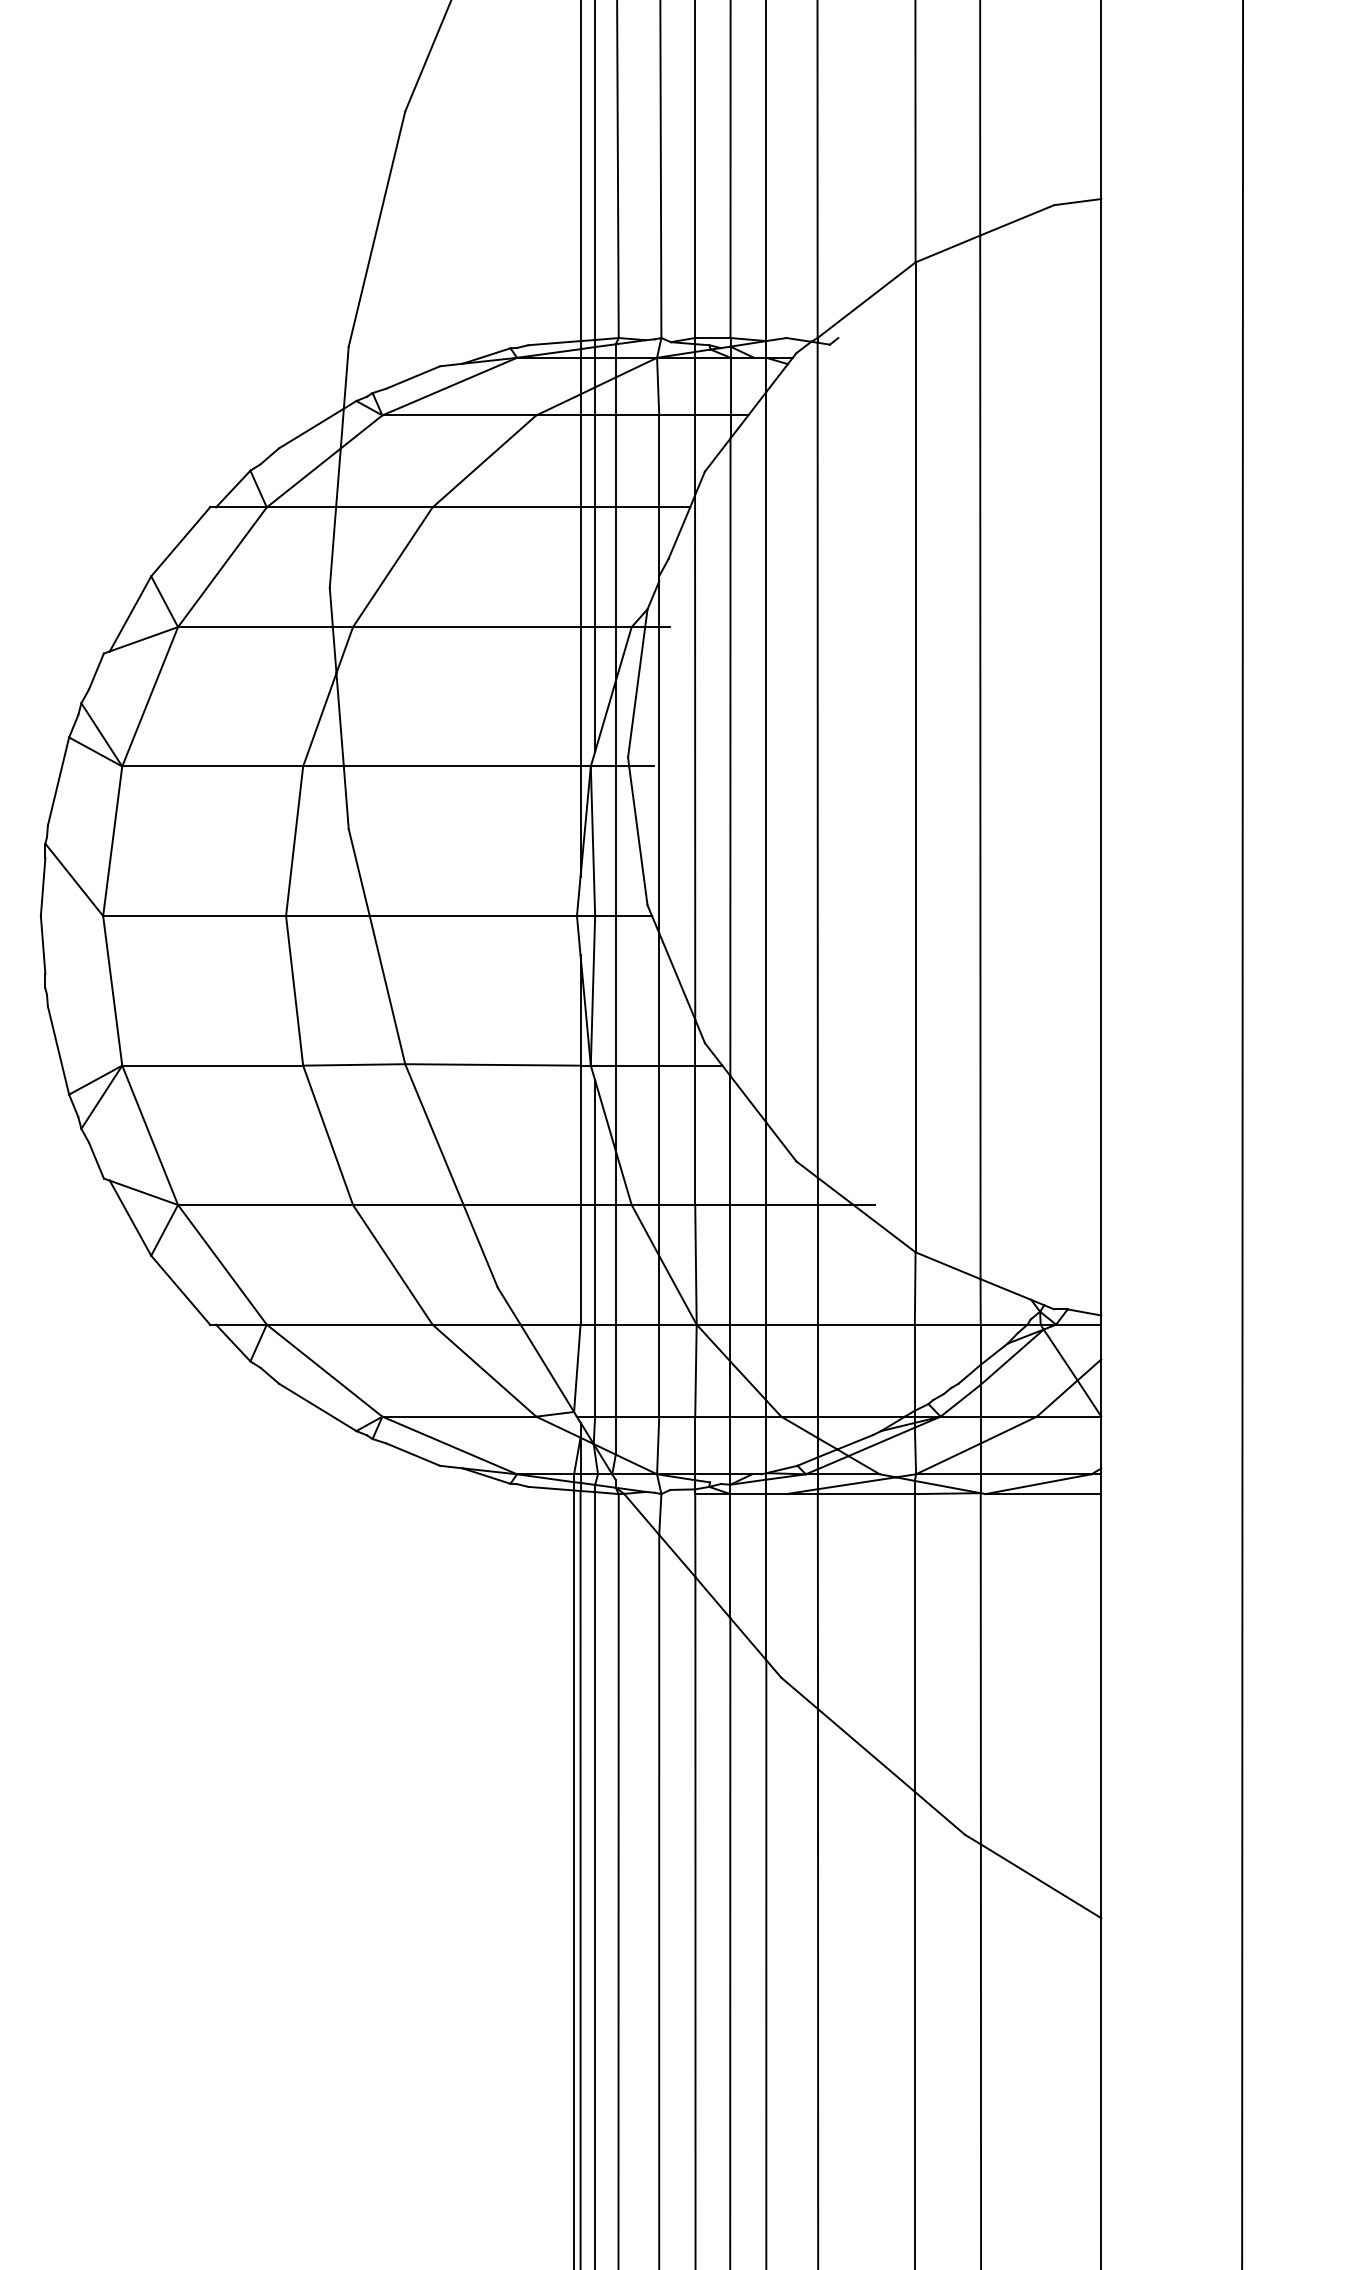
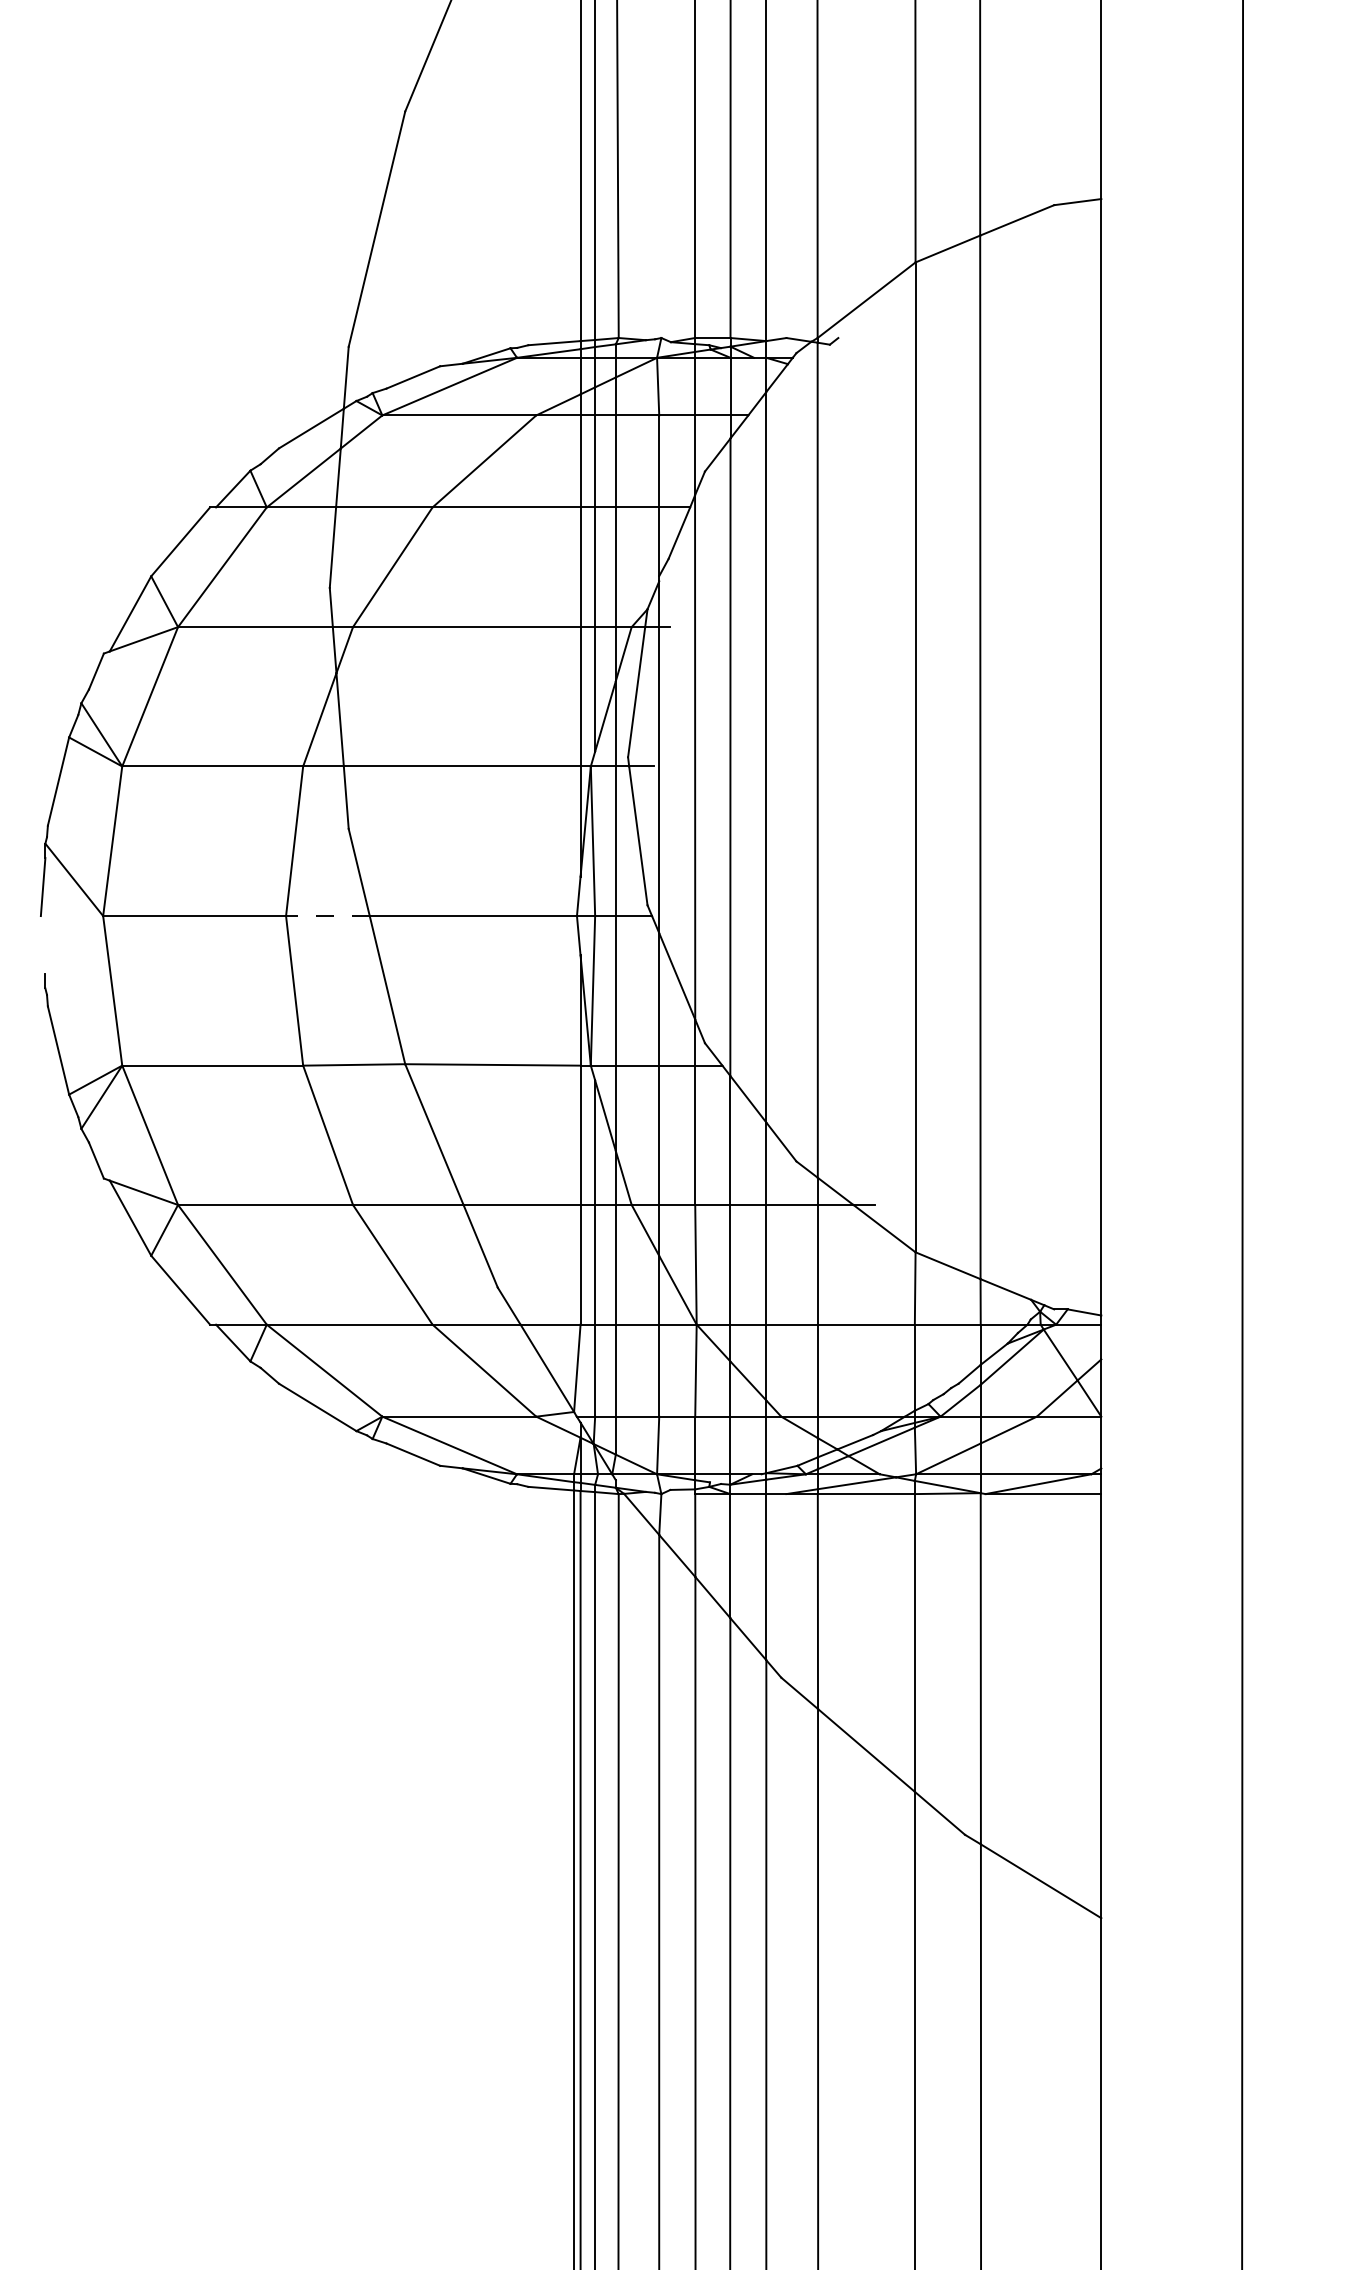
line at (660, 170): present -> none
line at (327, 916): solid -> dashed
line at (42, 945): present -> none
